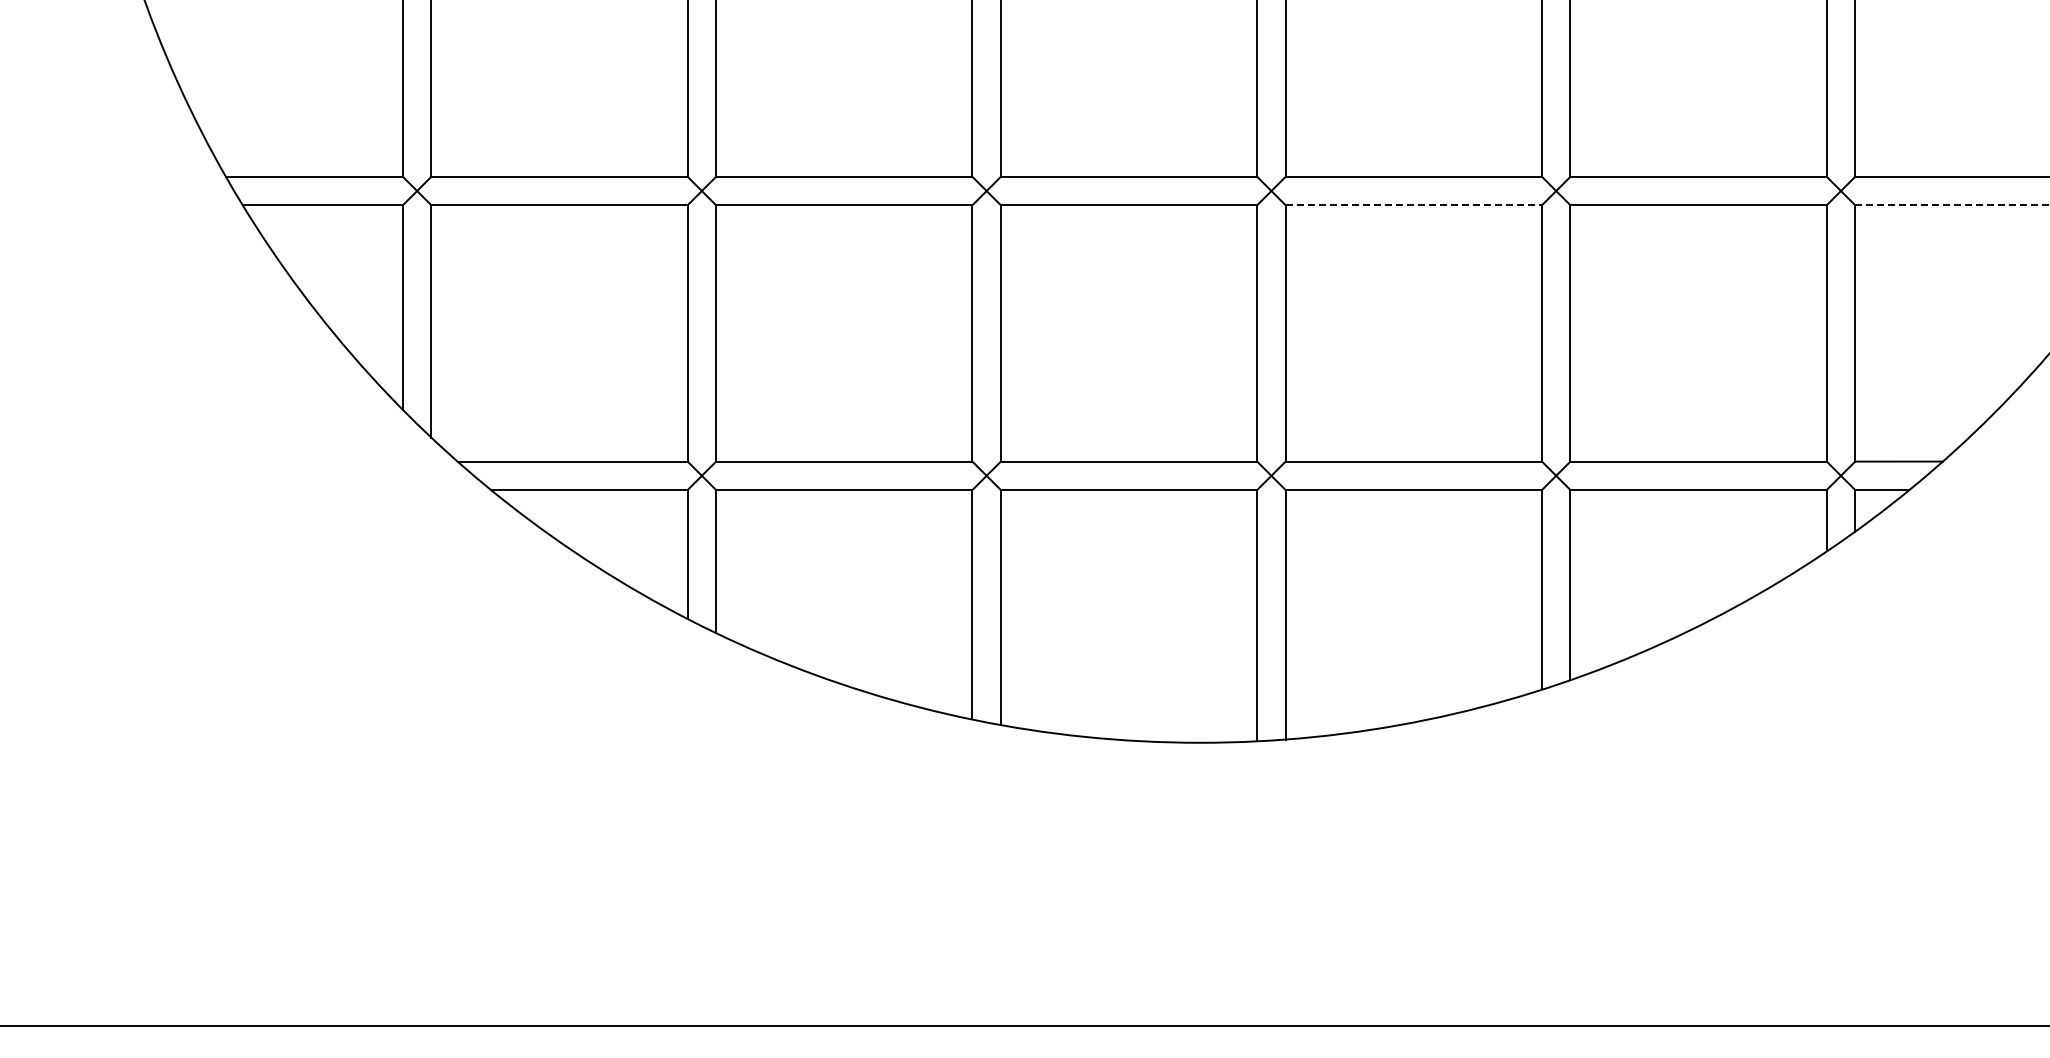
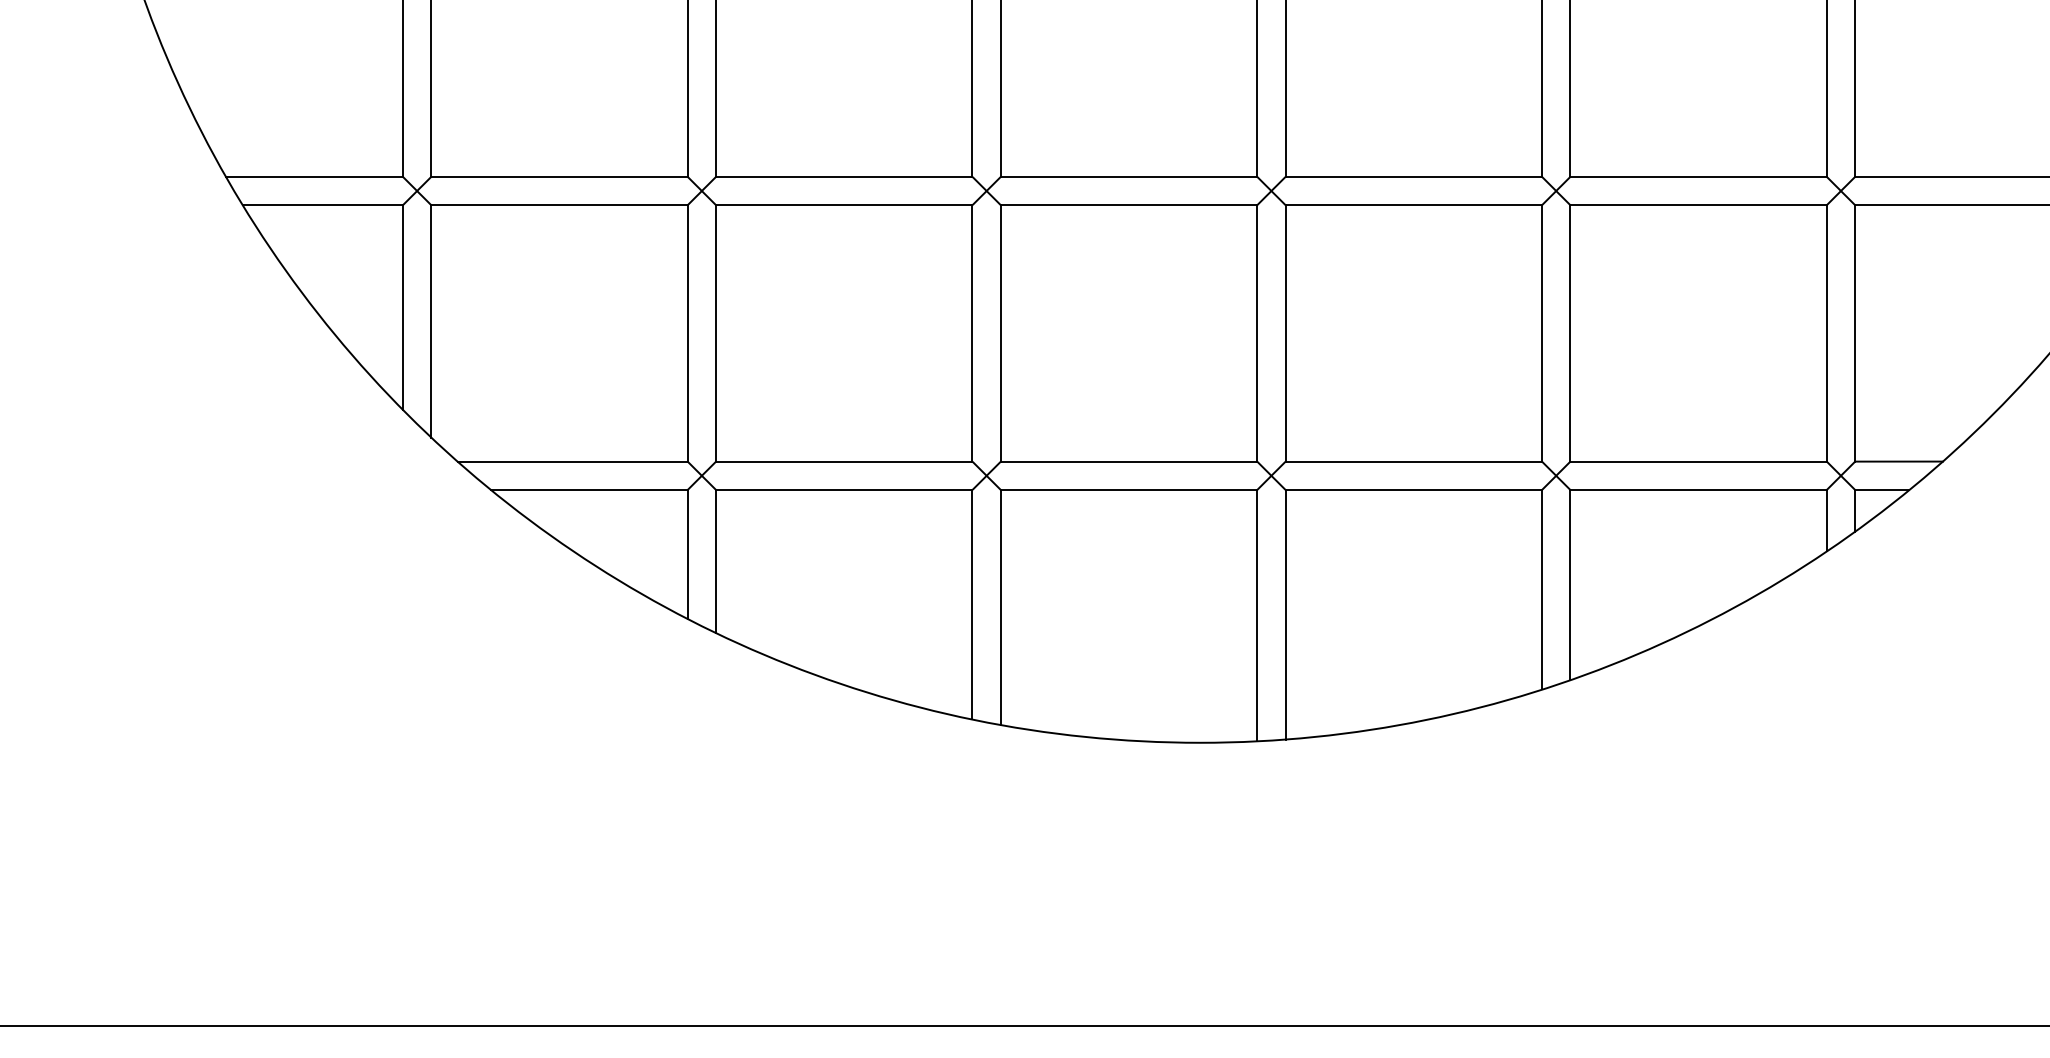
line at (1414, 205): dashed -> solid
line at (1952, 205): dashed -> solid
